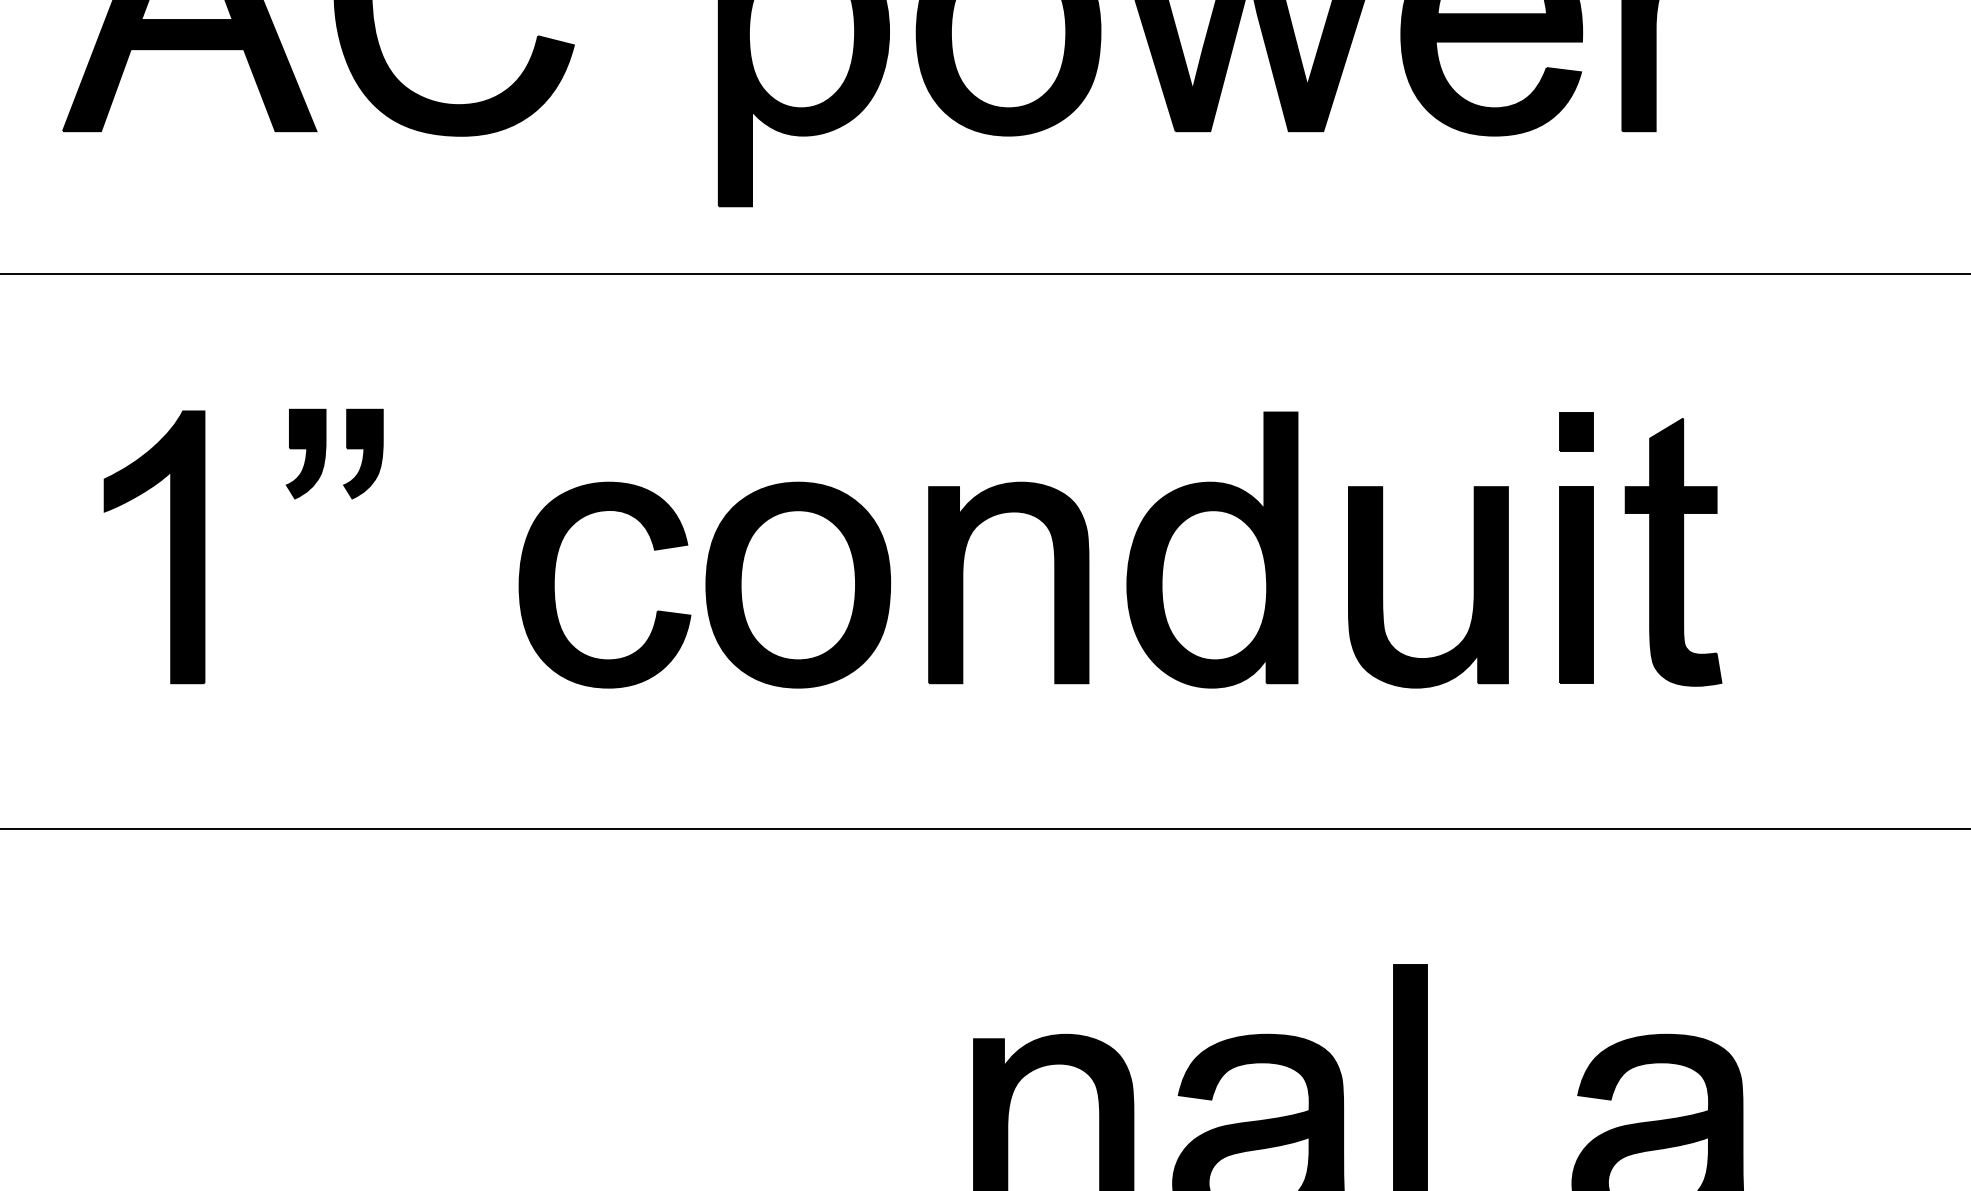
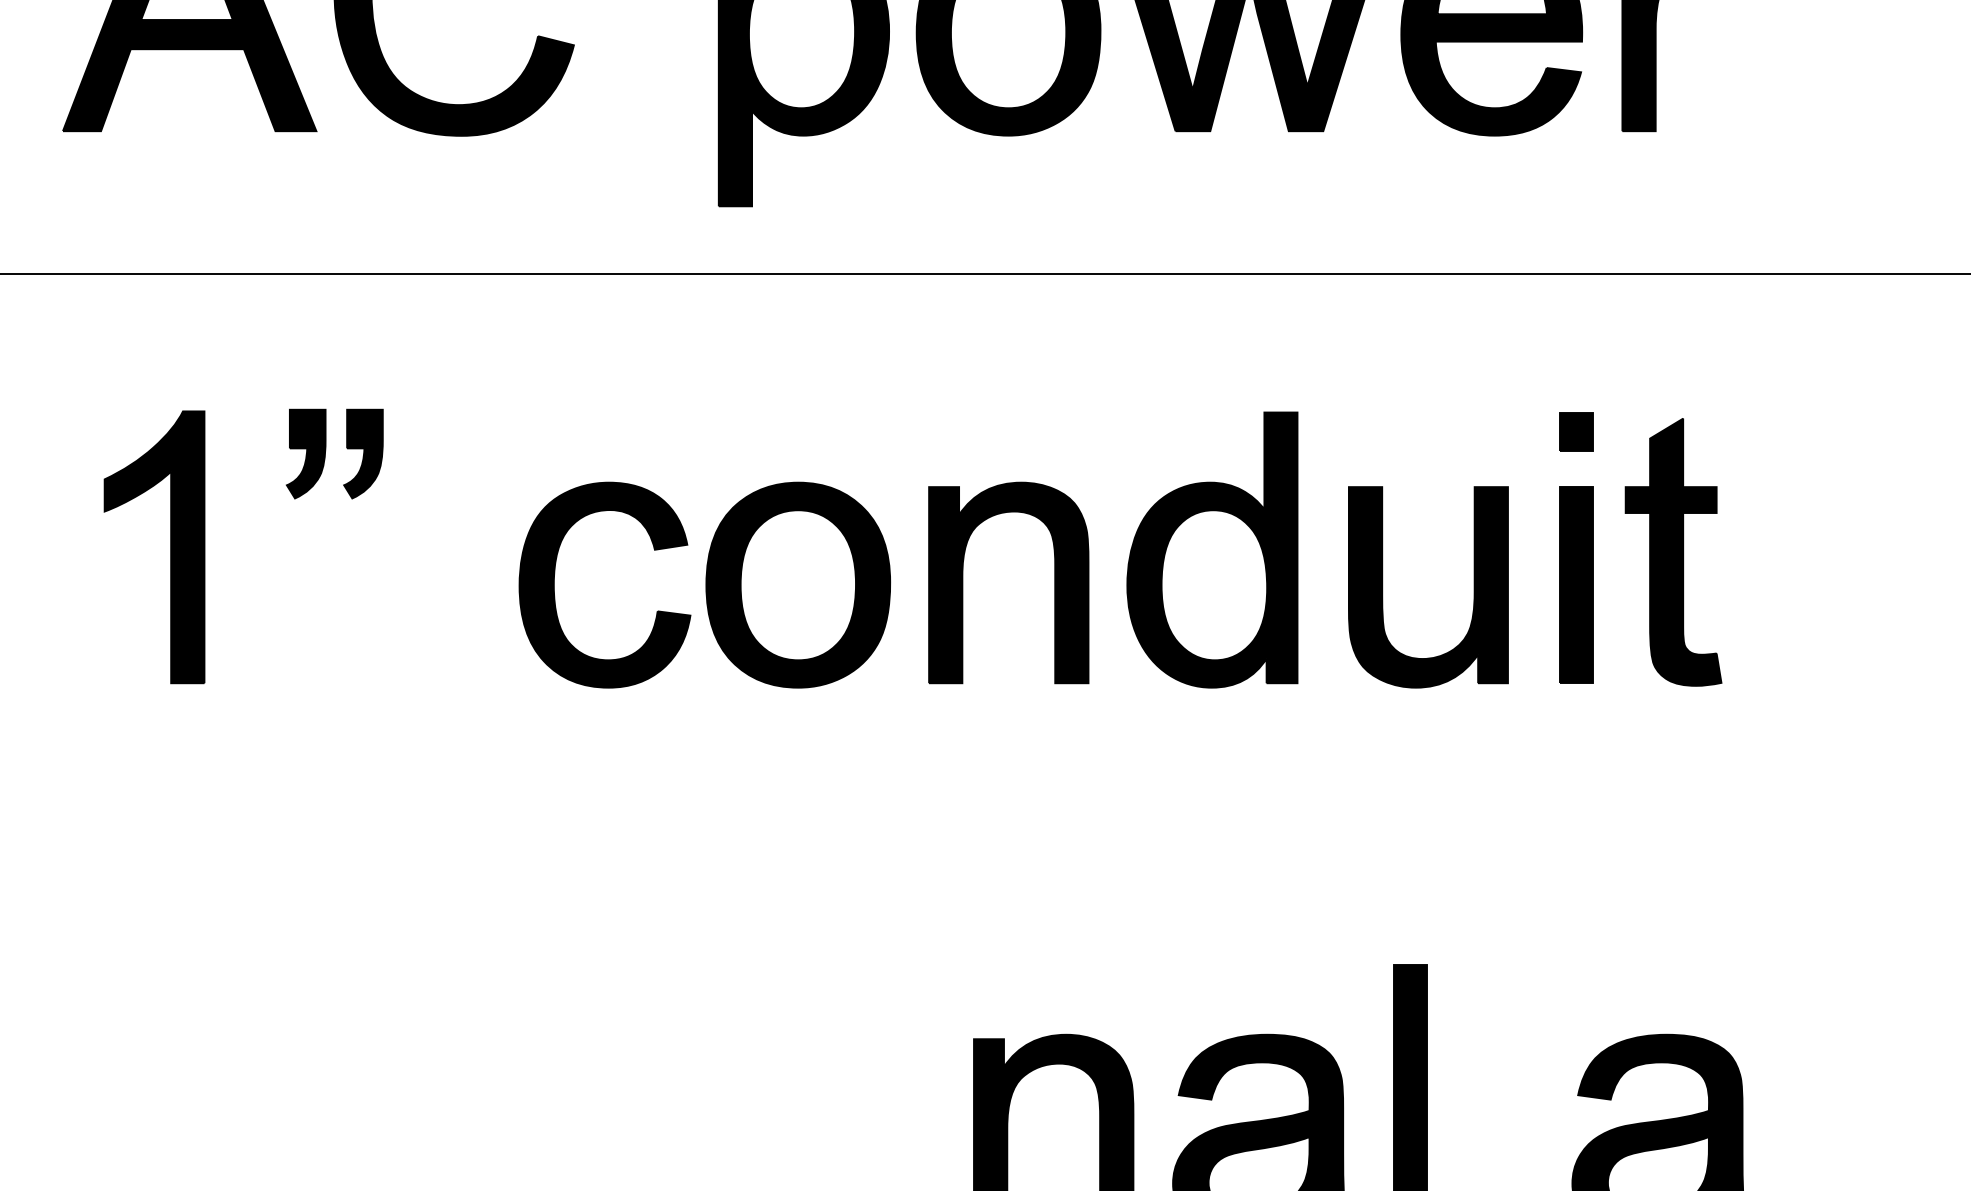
line at (984, 828): present -> none
